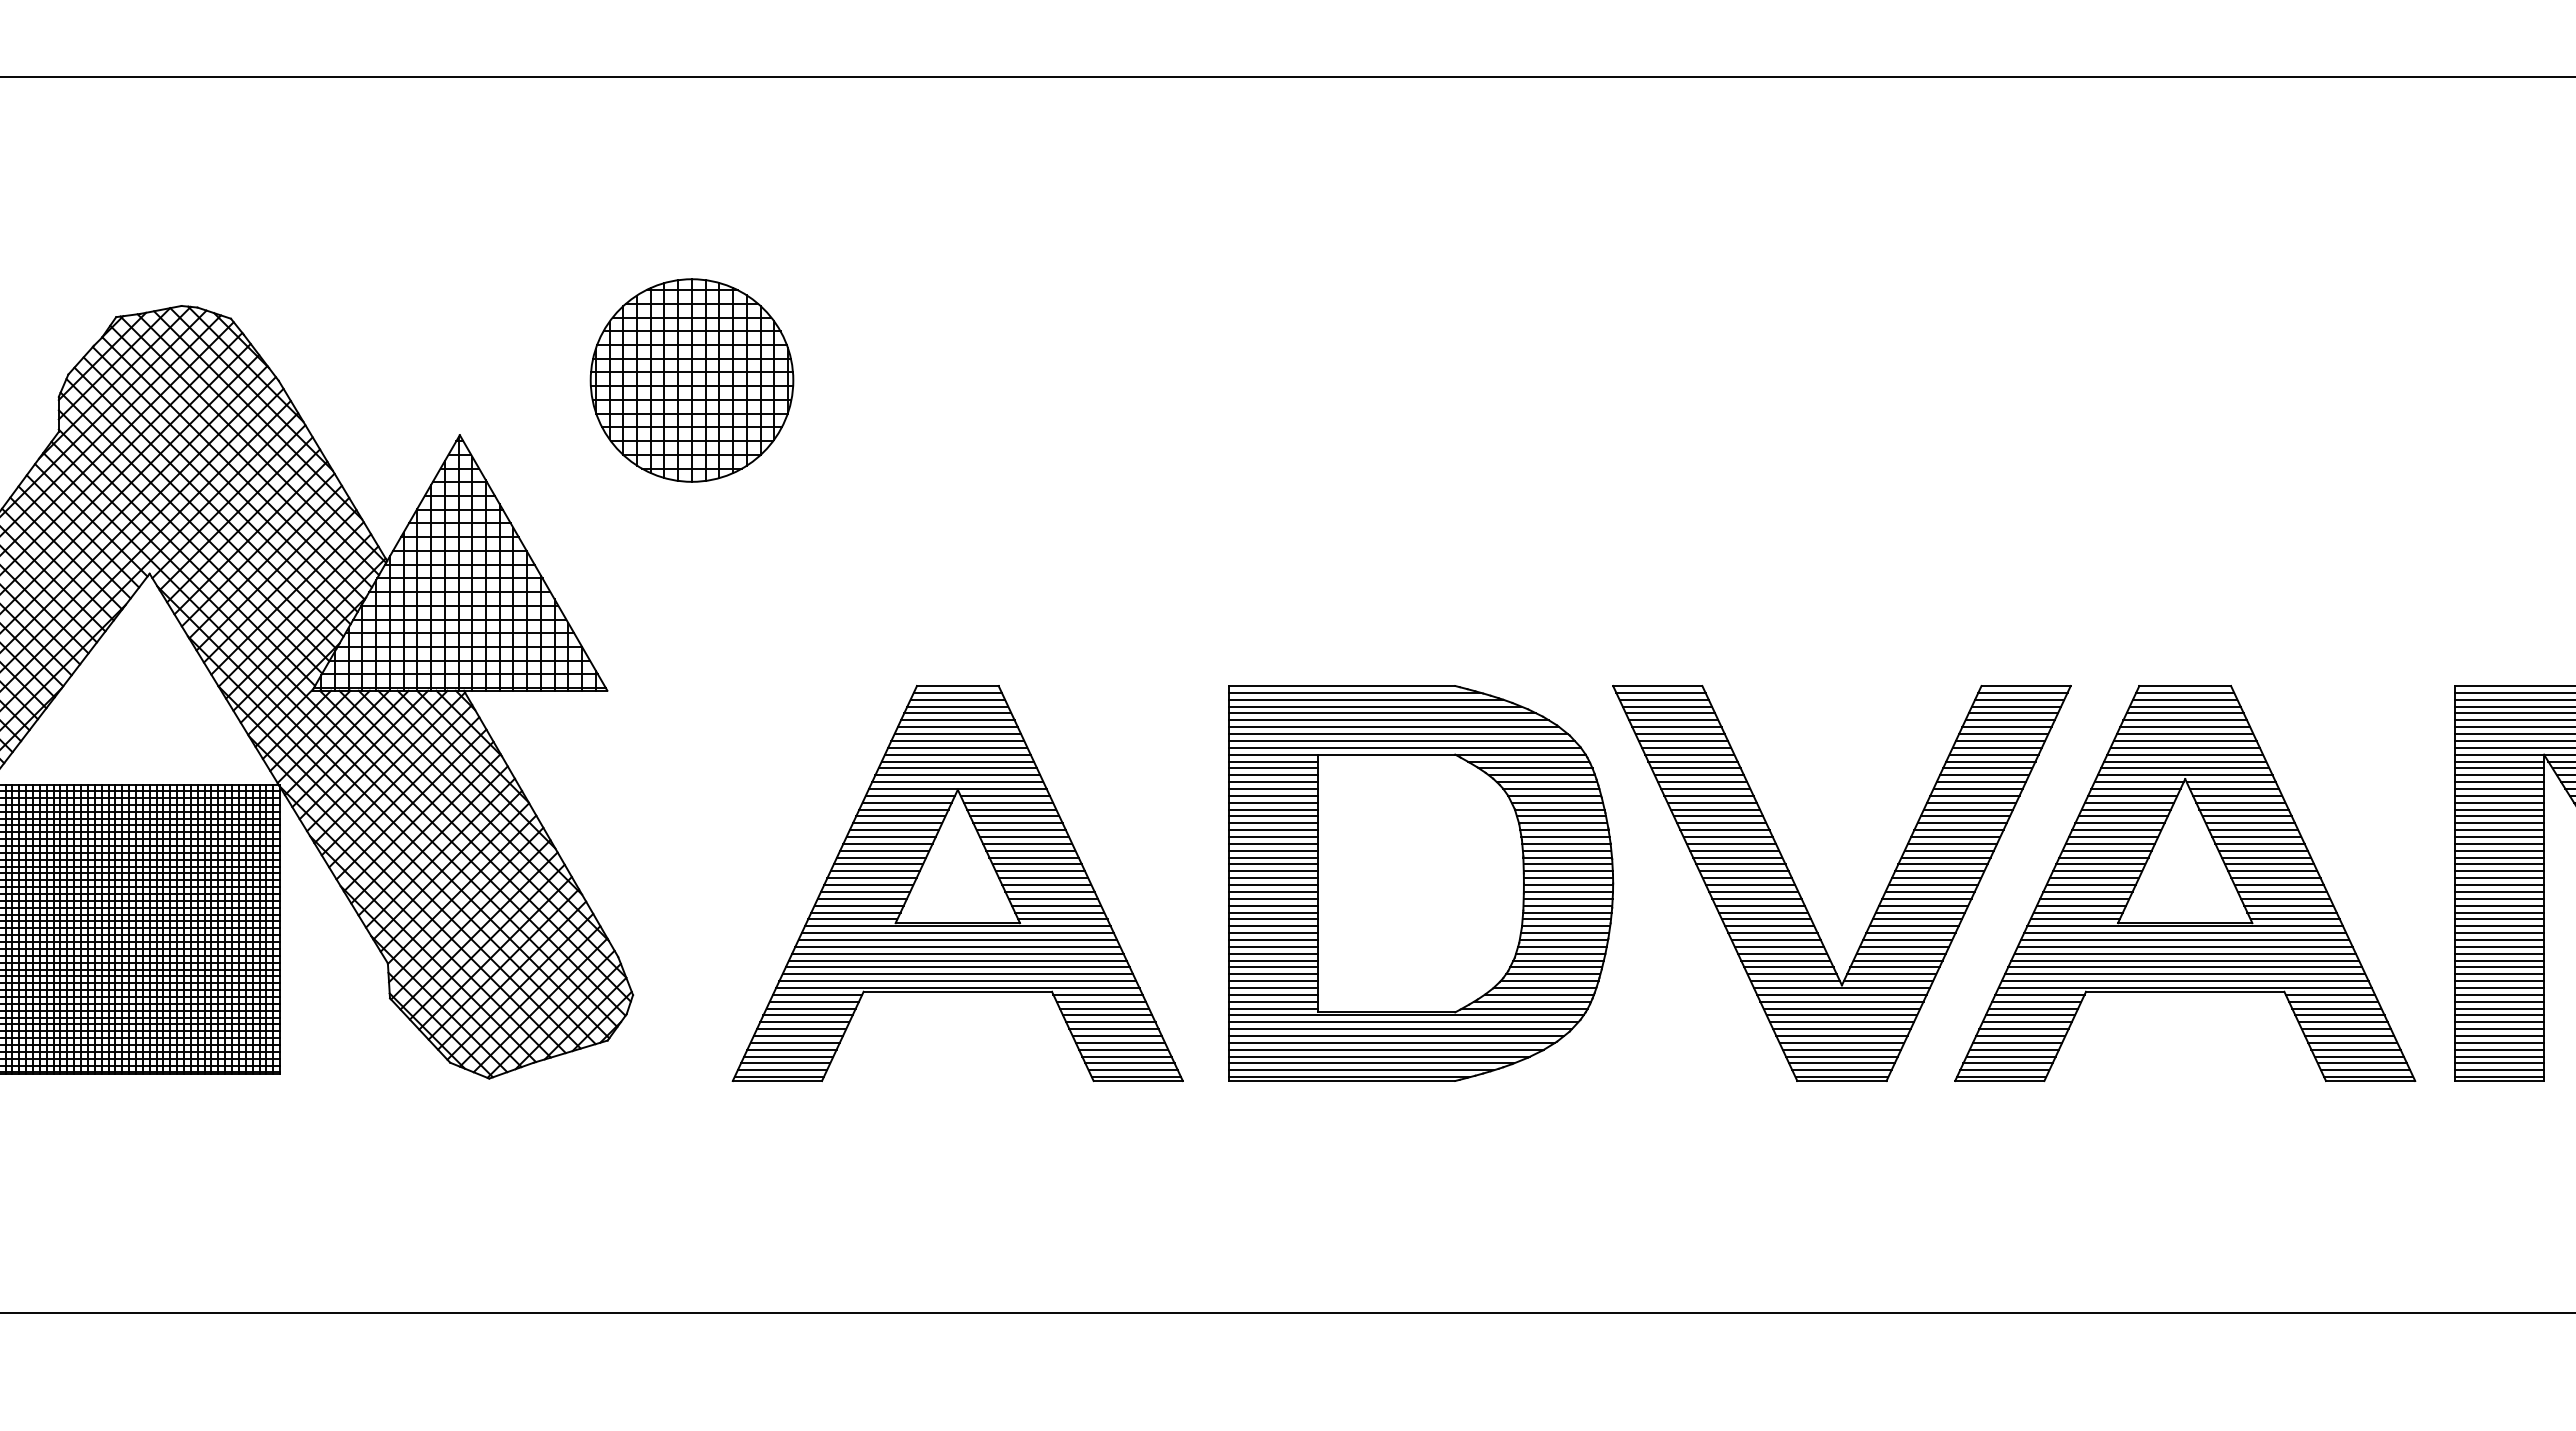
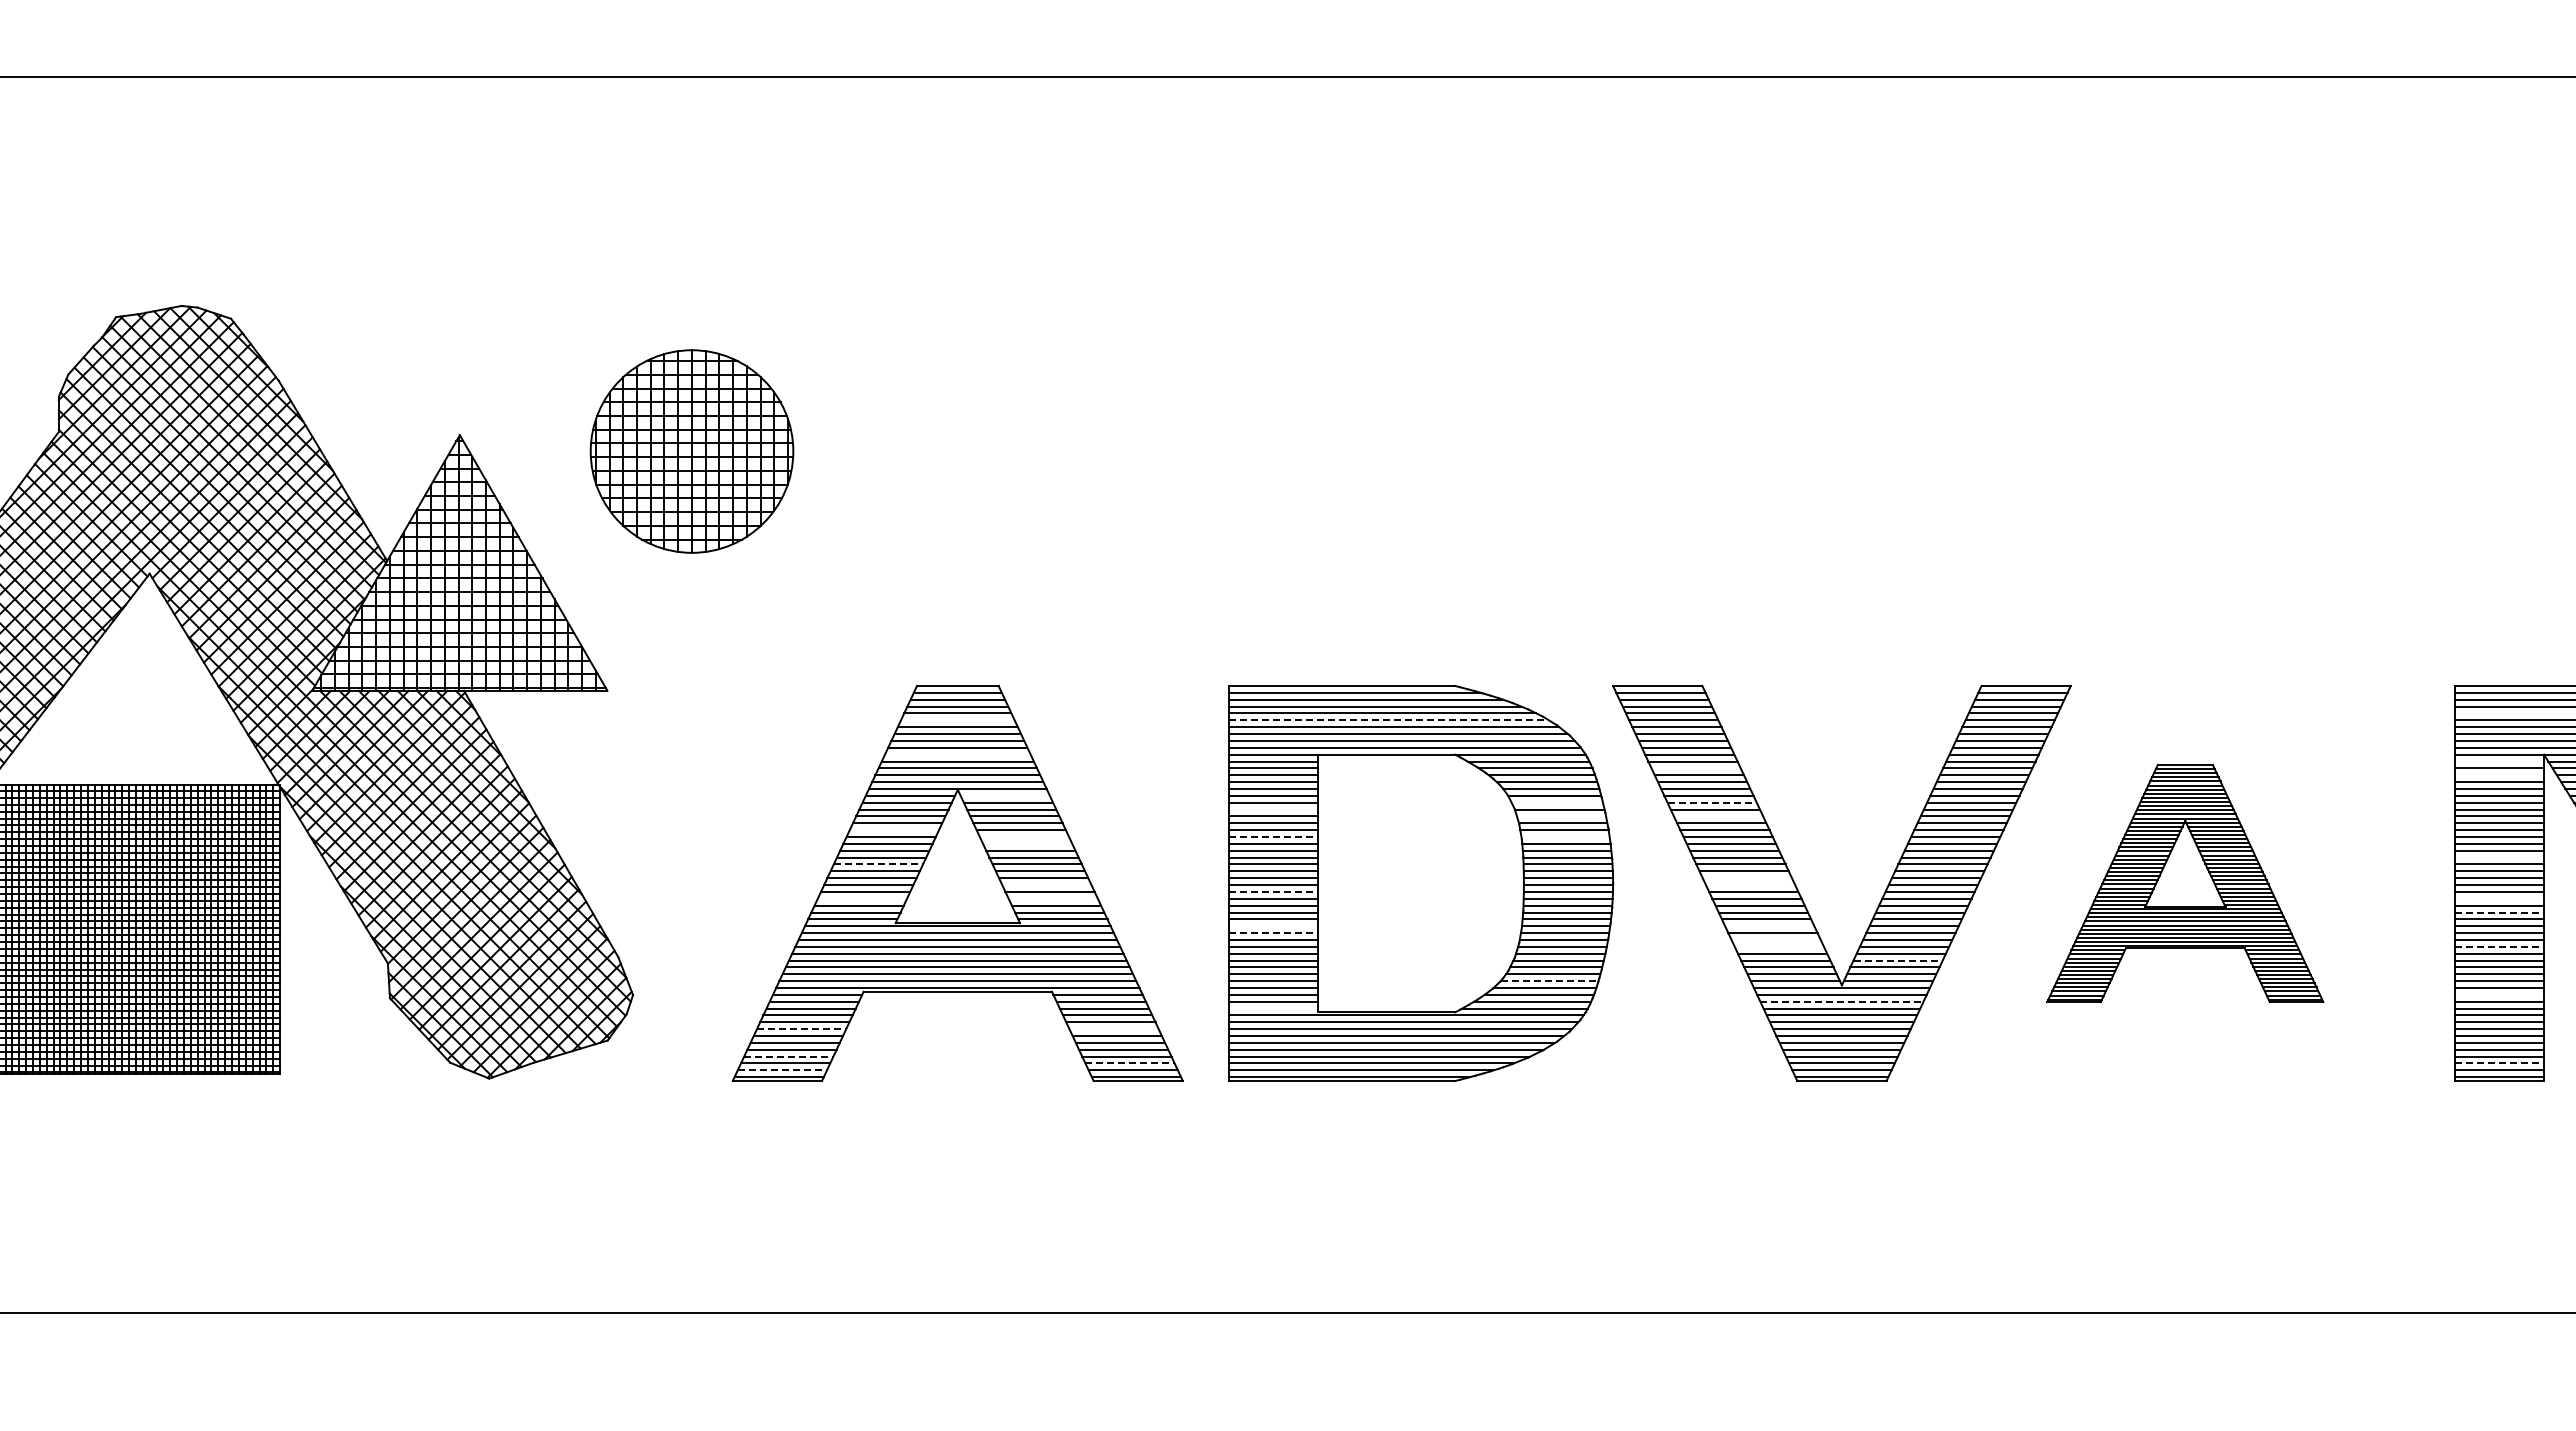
part at (691, 380) position: (691, 380) -> (691, 451)
line at (2513, 713): present -> none
line at (957, 720): present -> none
line at (1389, 720): solid -> dashed
line at (957, 754): present -> none
line at (2499, 761): present -> none
line at (1695, 768): present -> none
line at (2499, 775): present -> none
line at (1004, 795): present -> none
line at (1556, 802): present -> none
line at (1712, 802): solid -> dashed
line at (1273, 809): present -> none
line at (1561, 816): present -> none
line at (1718, 816): present -> none
line at (894, 830): present -> none
line at (1024, 837): present -> none
line at (1273, 837): solid -> dashed
line at (1565, 837): present -> none
line at (1027, 843): present -> none
line at (2499, 857): present -> none
line at (878, 864): solid -> dashed
line at (1746, 878): present -> none
part at (2185, 883) size: 463x397 px -> 279x239 px
line at (1046, 885): present -> none
line at (1750, 885): present -> none
line at (1273, 891): solid -> dashed
line at (862, 898): present -> none
line at (1052, 898): present -> none
line at (2499, 898): present -> none
line at (2499, 912): solid -> dashed
line at (1273, 926): present -> none
line at (1769, 926): present -> none
line at (1273, 933): solid -> dashed
line at (1775, 939): present -> none
line at (1778, 946): present -> none
line at (2499, 946): solid -> dashed
line at (1898, 960): solid -> dashed
line at (1549, 981): solid -> dashed
line at (2499, 994): present -> none
line at (1841, 1001): solid -> dashed
line at (1273, 1008): present -> none
line at (801, 1029): solid -> dashed
line at (1113, 1029): present -> none
line at (788, 1056): solid -> dashed
line at (1130, 1063): solid -> dashed
line at (2499, 1063): solid -> dashed
line at (782, 1070): solid -> dashed
